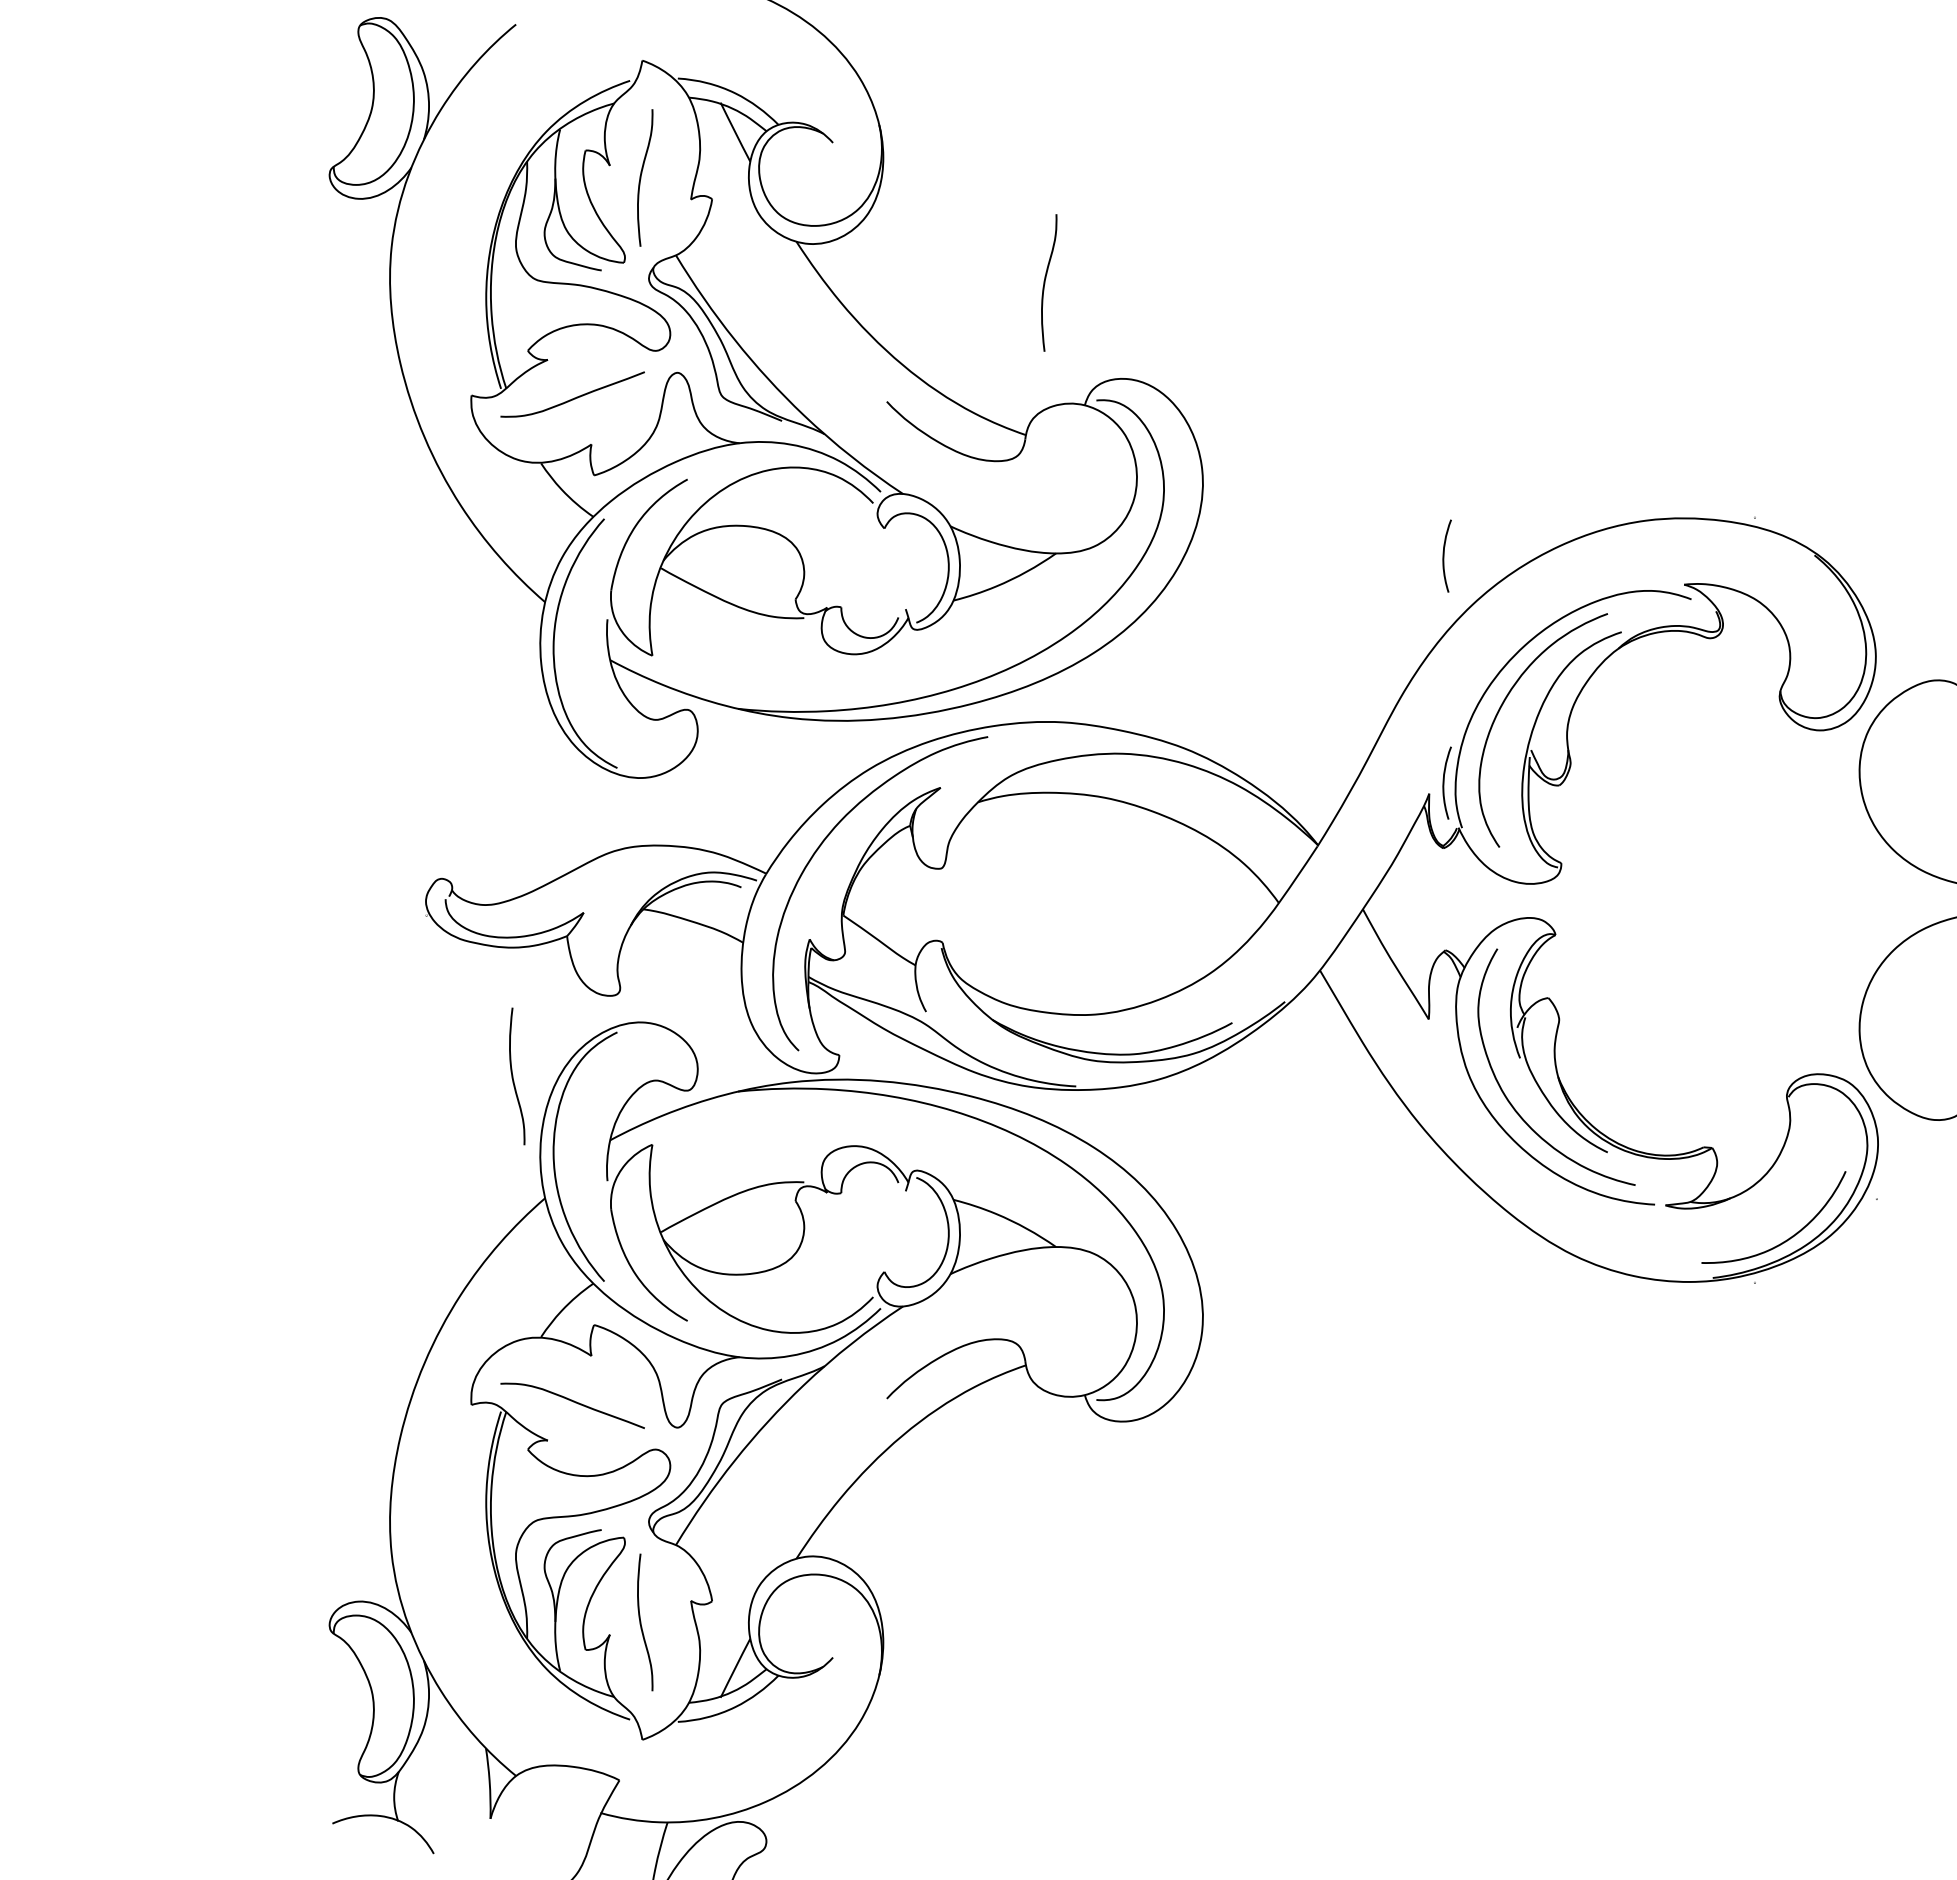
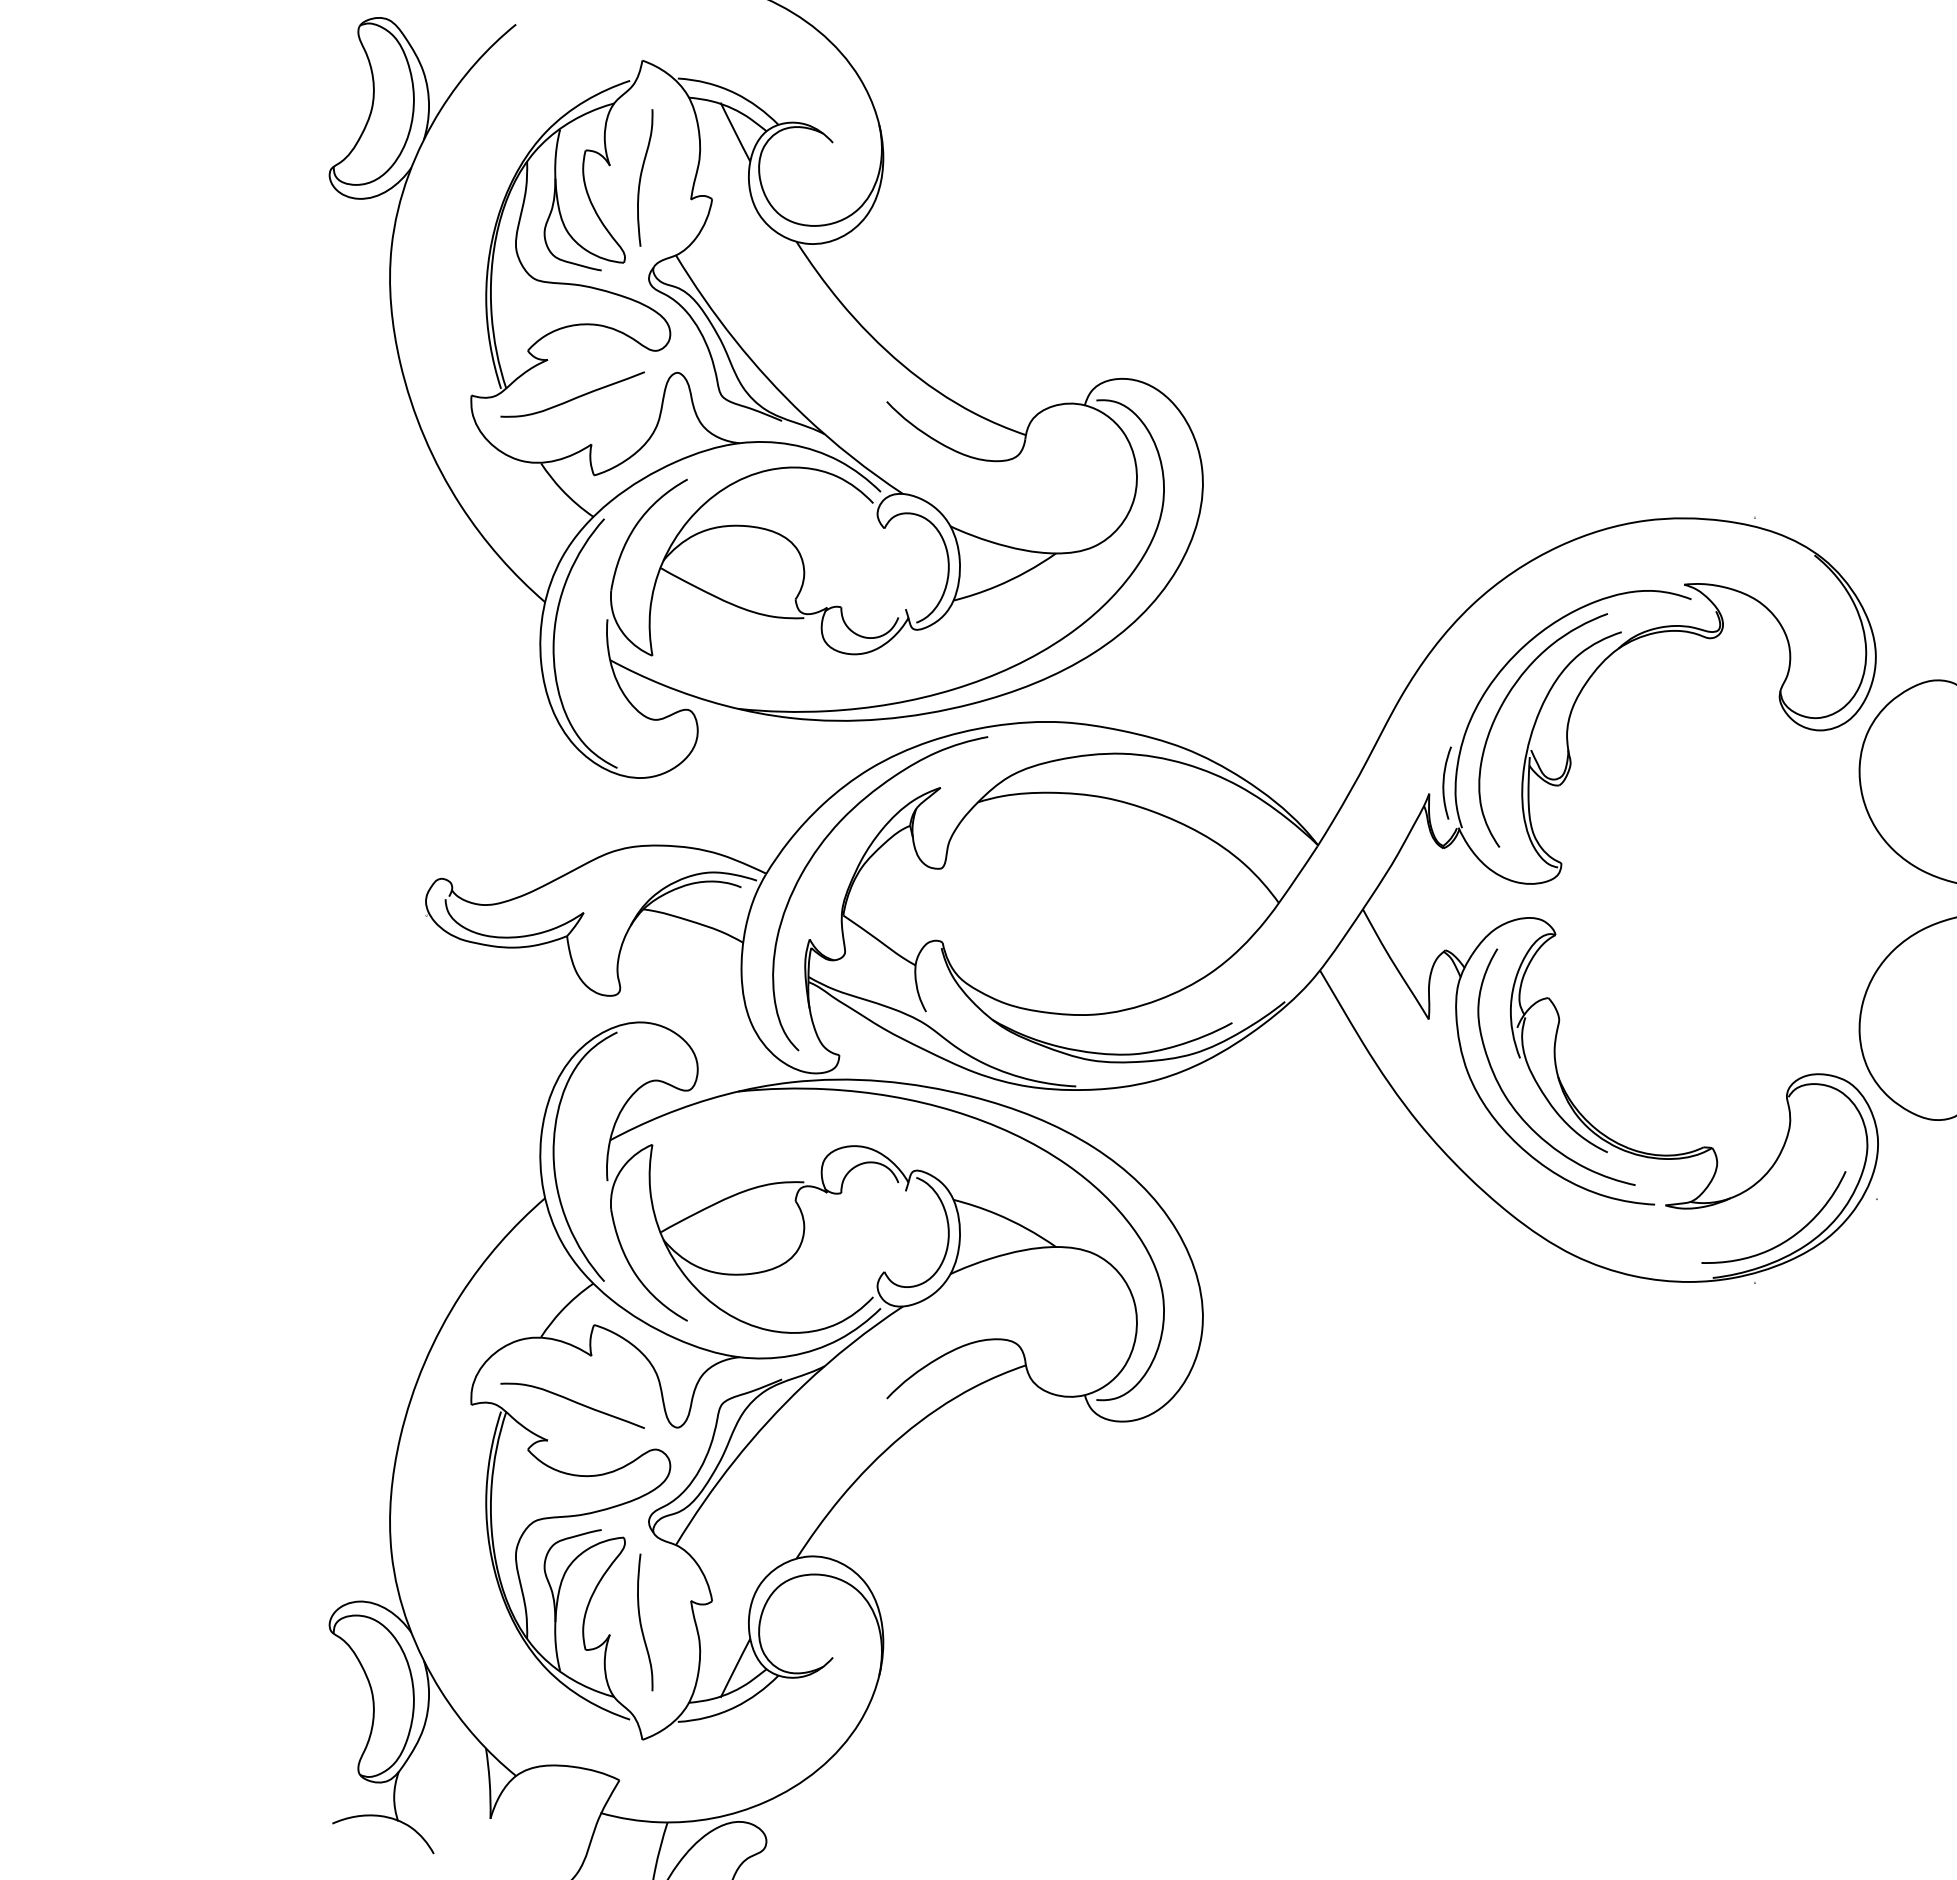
curve at (1045, 282): present -> none
curve at (1444, 555): present -> none
curve at (513, 1076): present -> none
